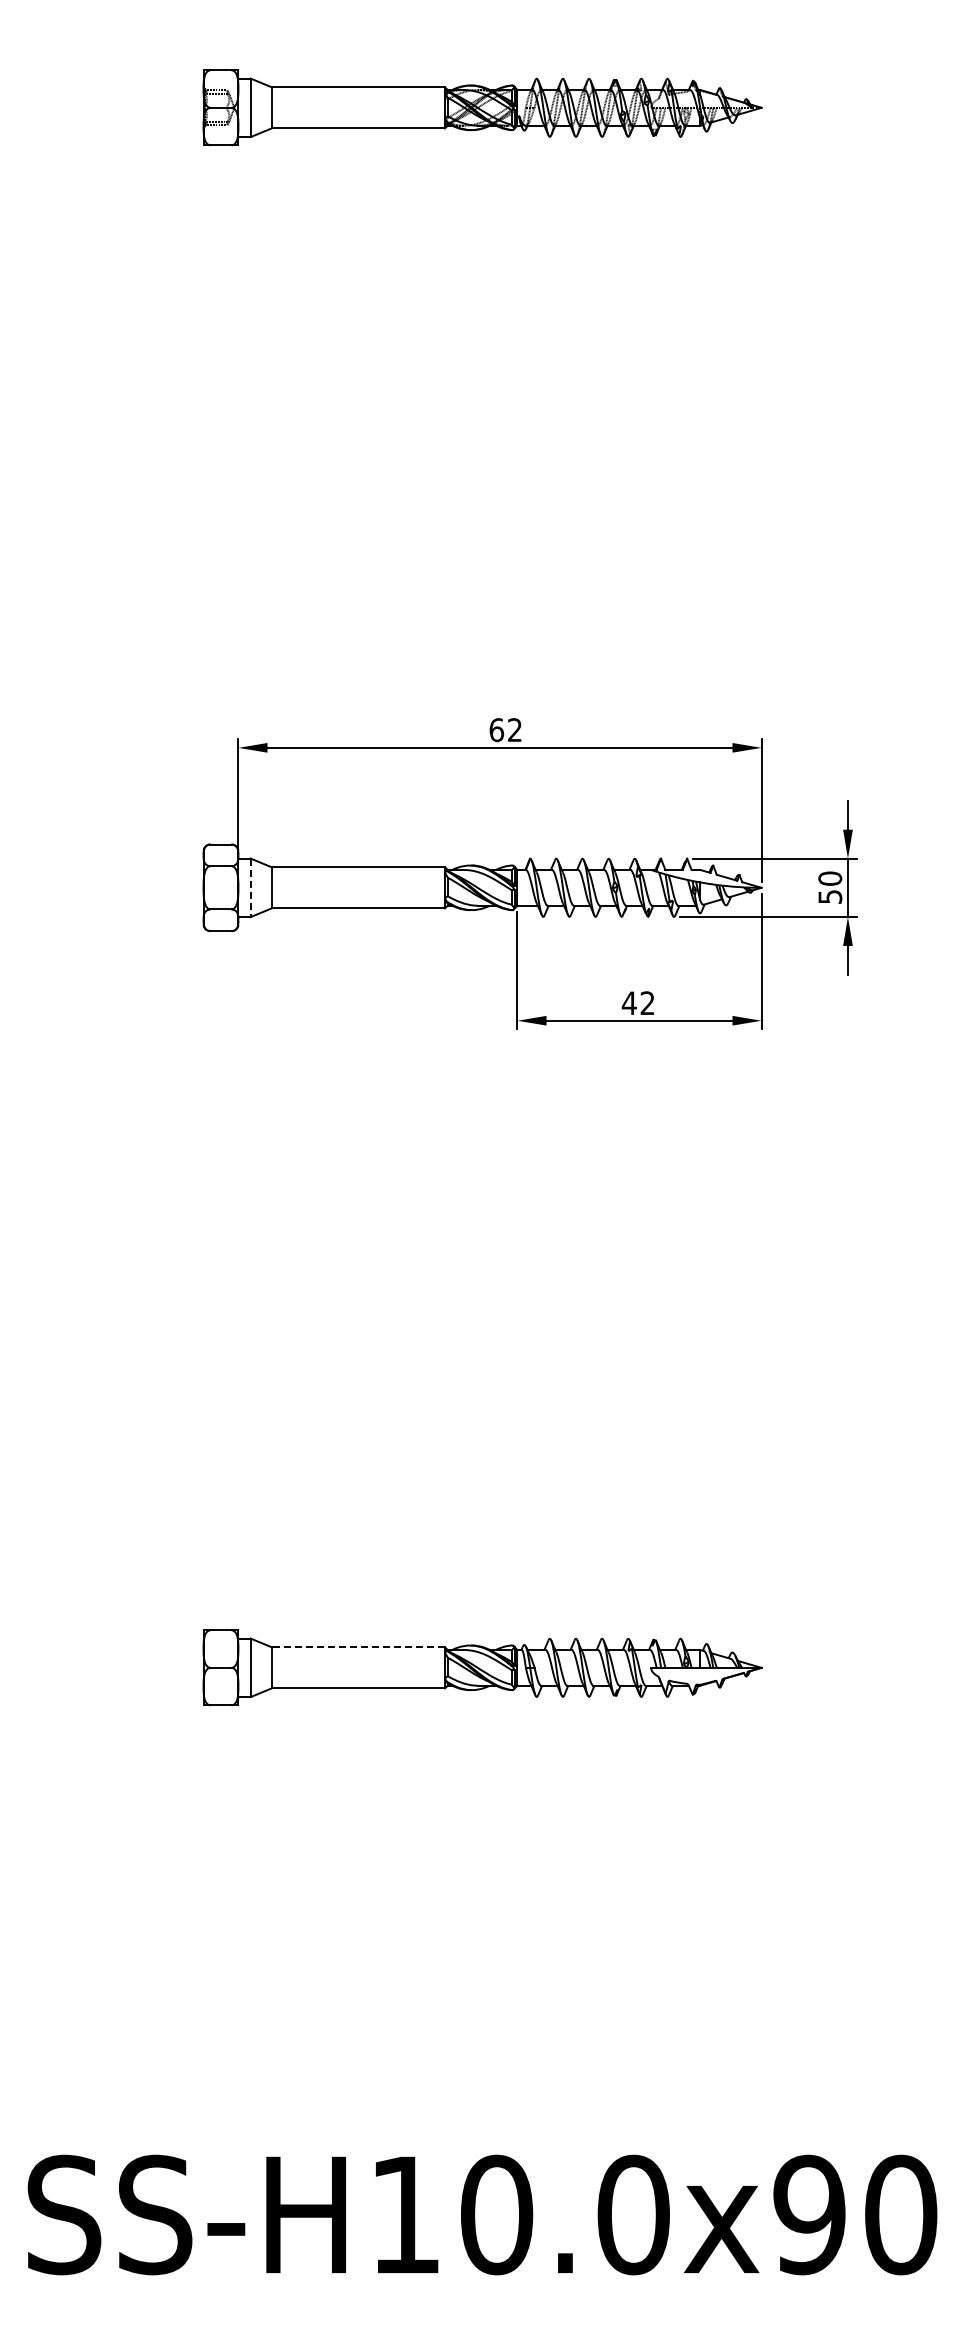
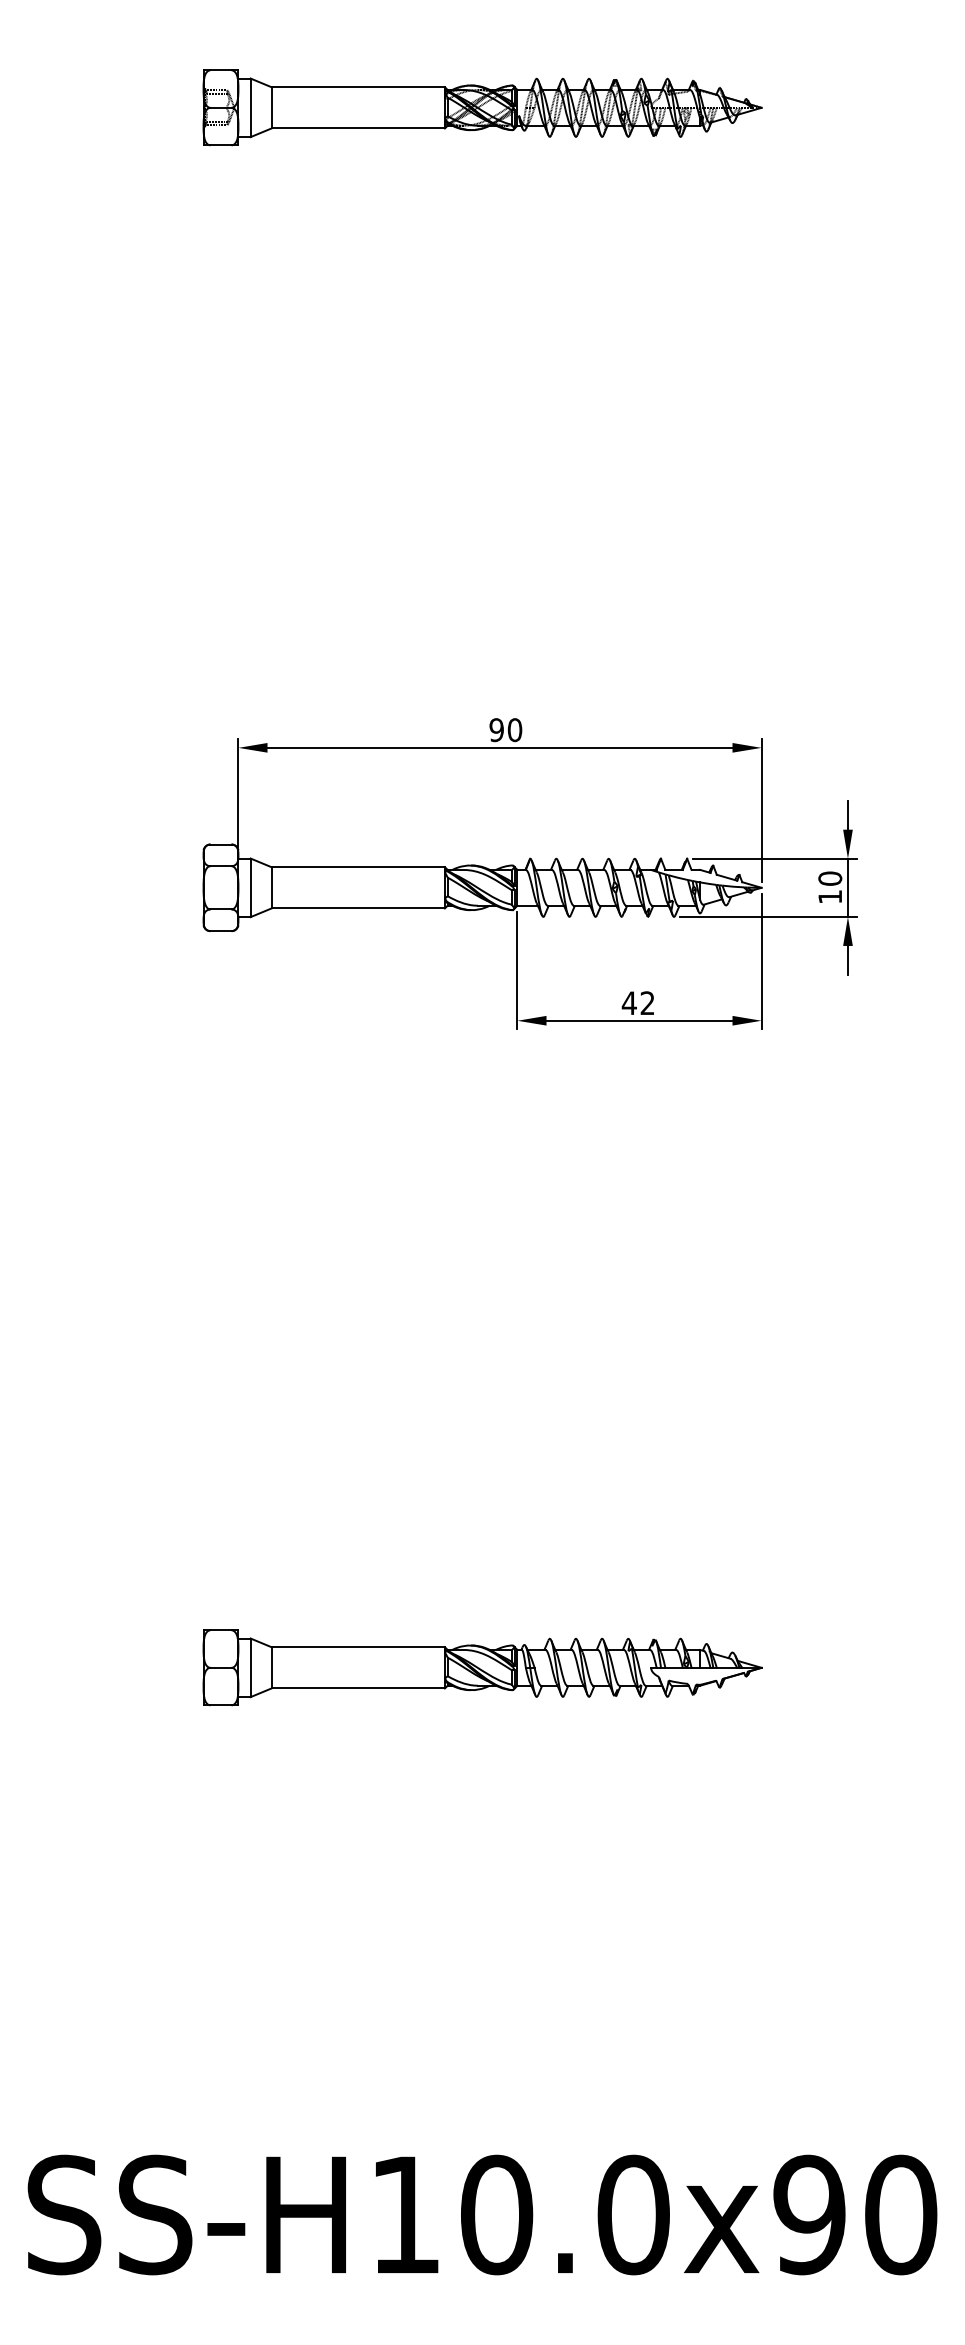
text at (505, 730): 62 -> 90
line at (250, 888): dashed -> solid
text at (830, 896): 50 -> 10
line at (358, 1647): dashed -> solid
